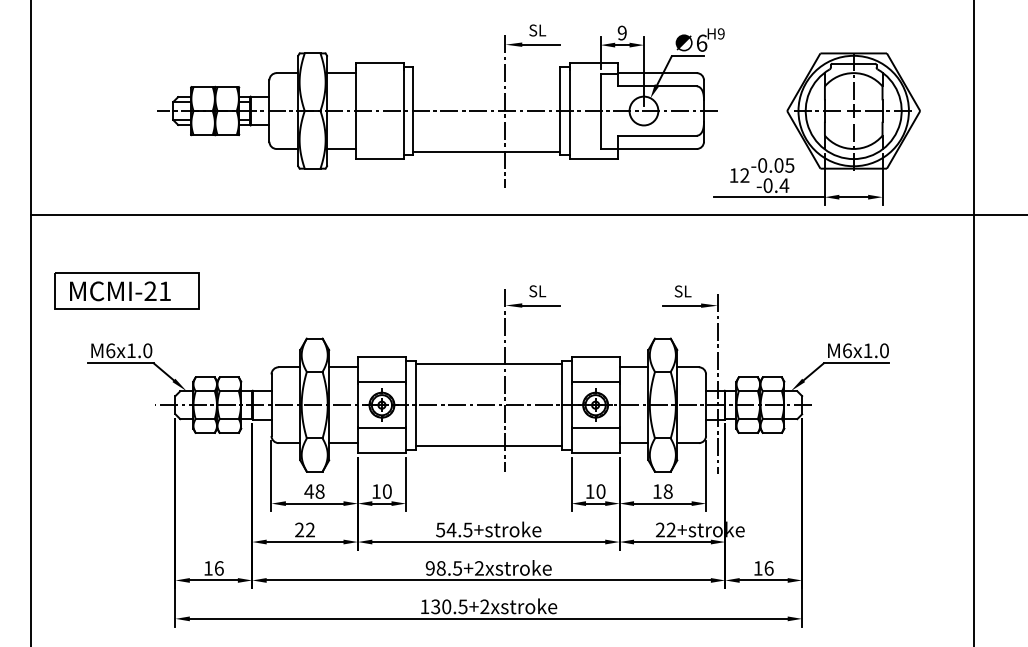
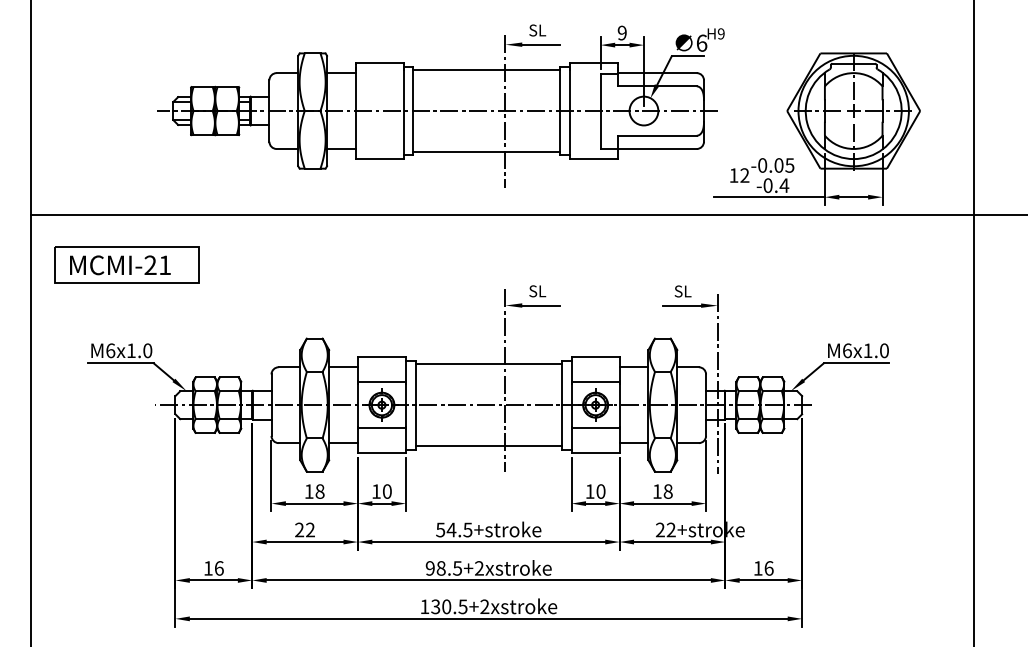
line at (486, 70): none -> present
part at (126, 290) position: (126, 290) -> (126, 264)
text at (308, 491): 48 -> 18
